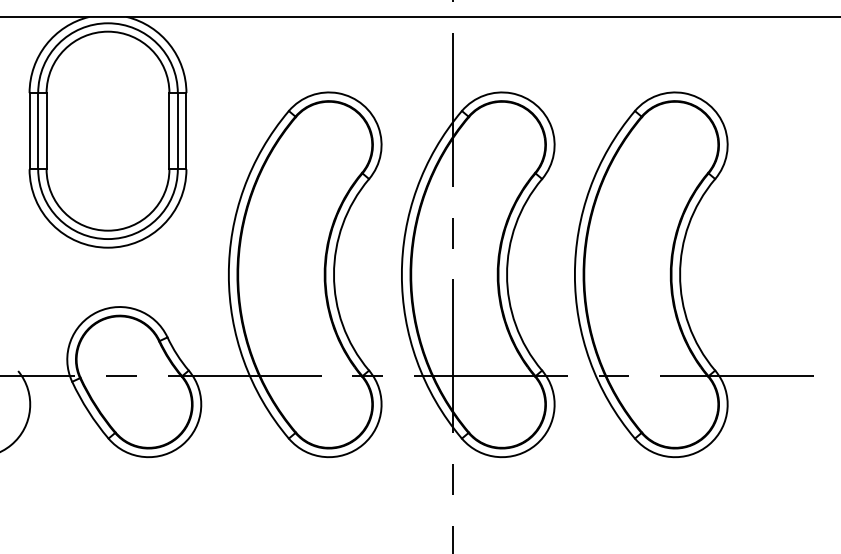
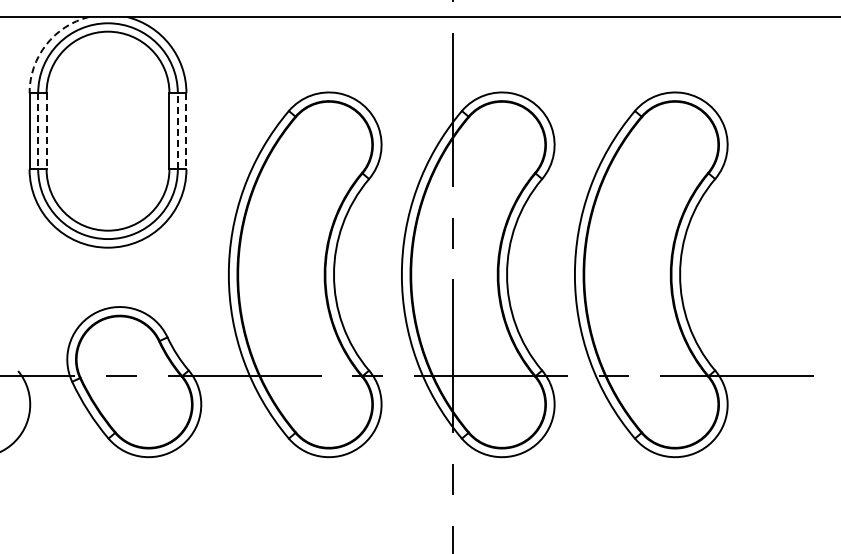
arc at (46, 44): solid -> dashed
line at (177, 130): solid -> dashed
line at (38, 131): solid -> dashed
line at (46, 131): solid -> dashed
line at (186, 131): solid -> dashed
